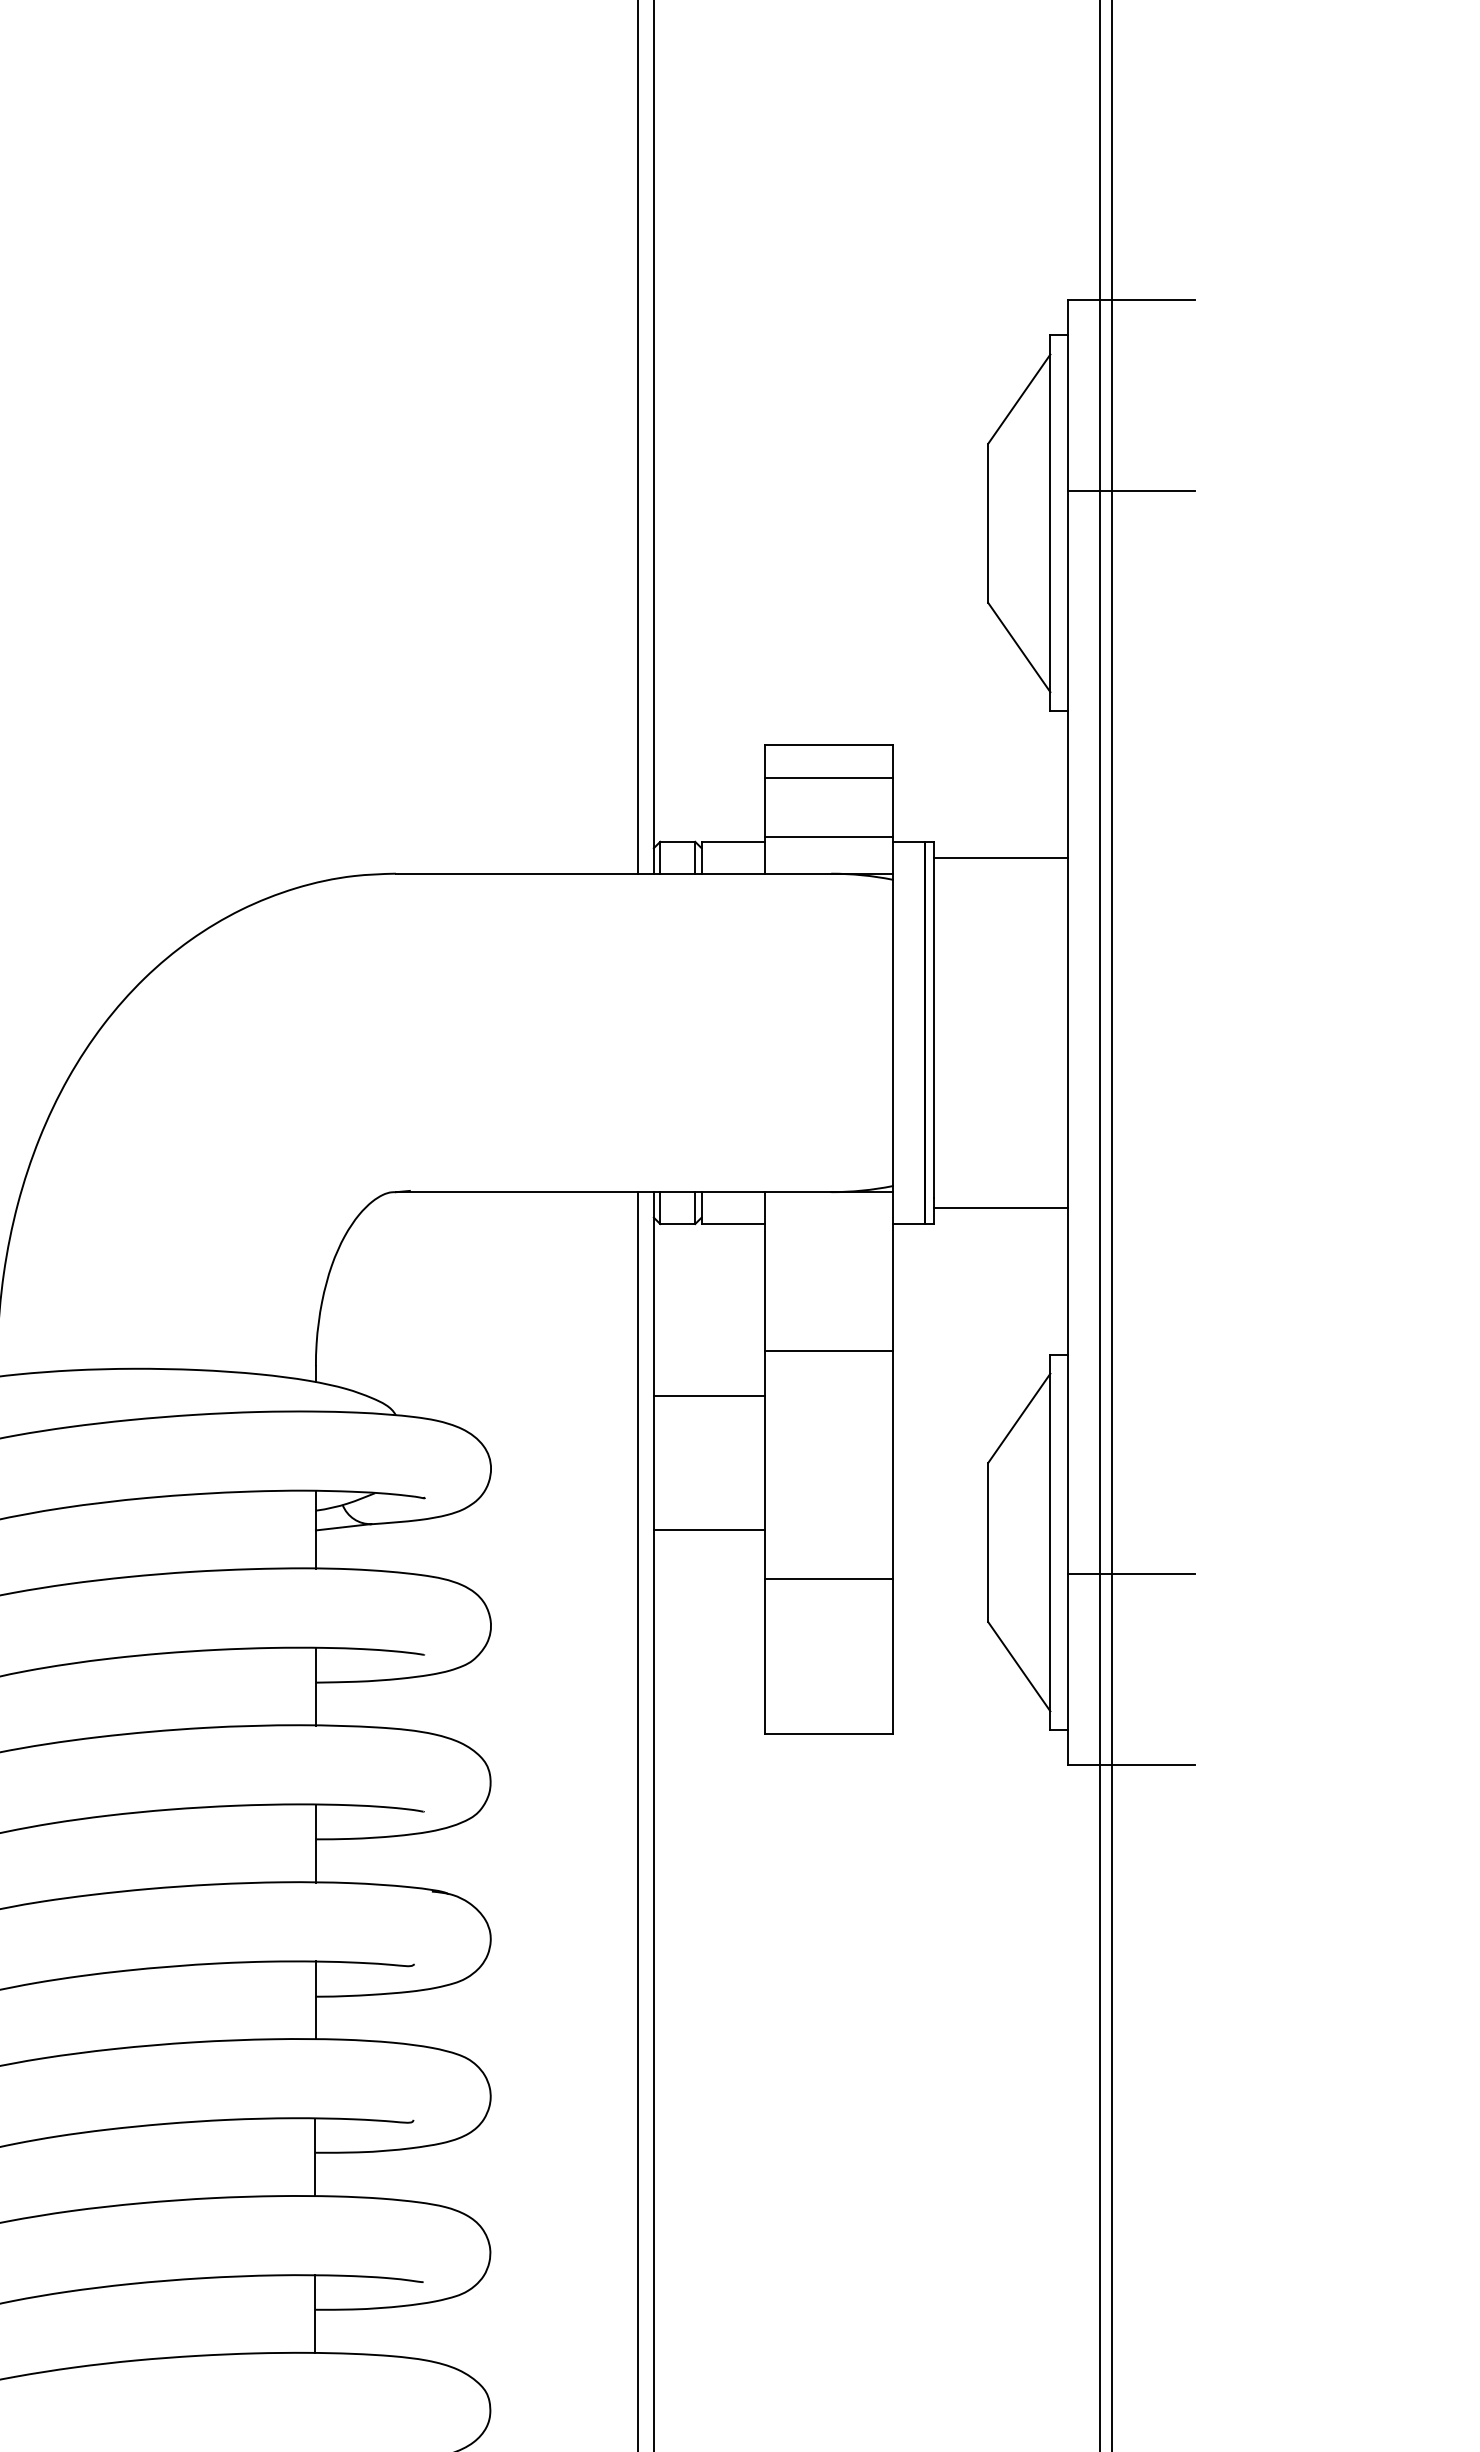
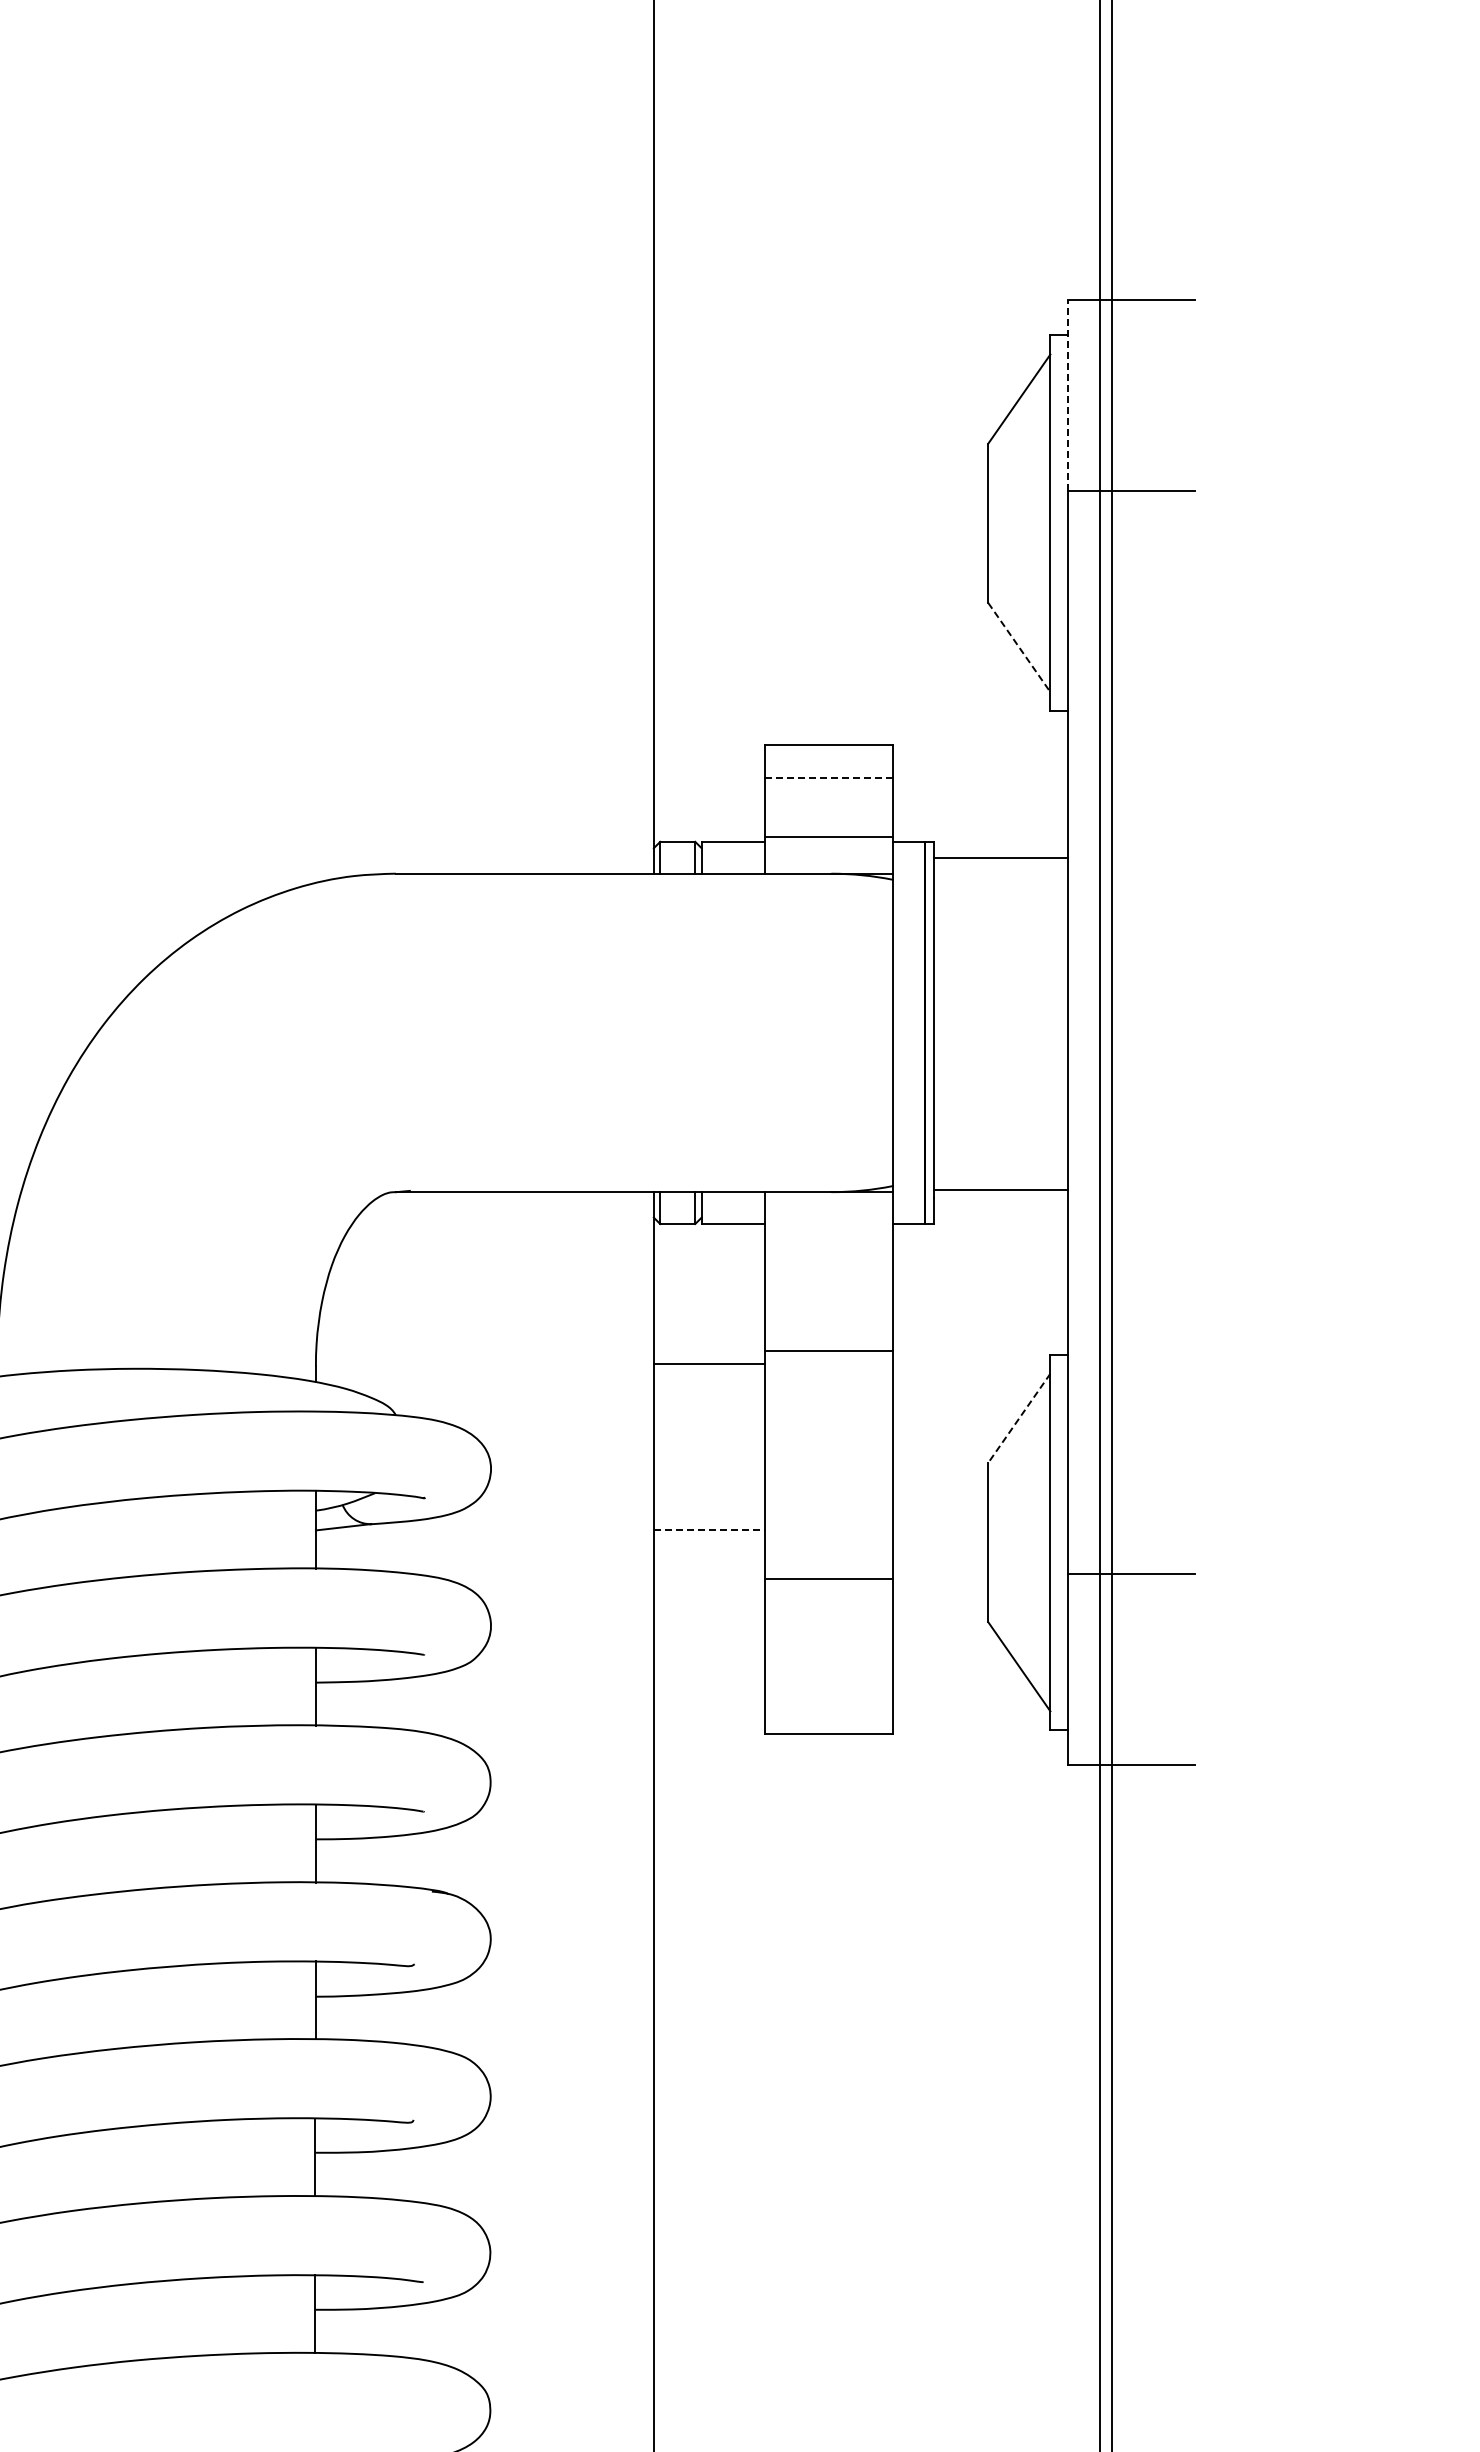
line at (1067, 395): solid -> dashed
line at (637, 437): present -> none
line at (1019, 647): solid -> dashed
line at (829, 778): solid -> dashed
line at (1000, 1208) position: (1000, 1208) -> (1000, 1190)
line at (709, 1396) position: (709, 1396) -> (709, 1364)
line at (1019, 1418): solid -> dashed
line at (709, 1529): solid -> dashed
line at (637, 1820): present -> none
